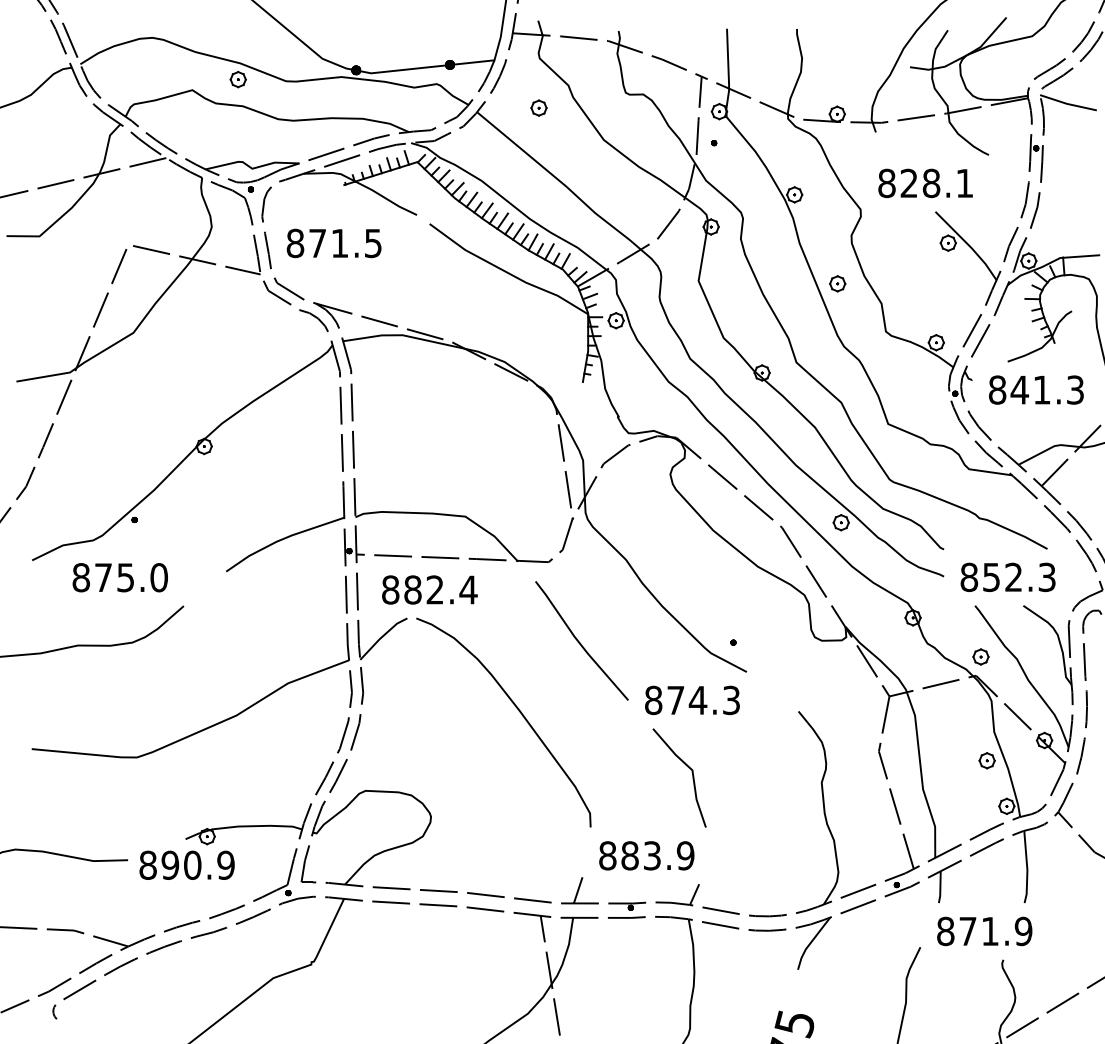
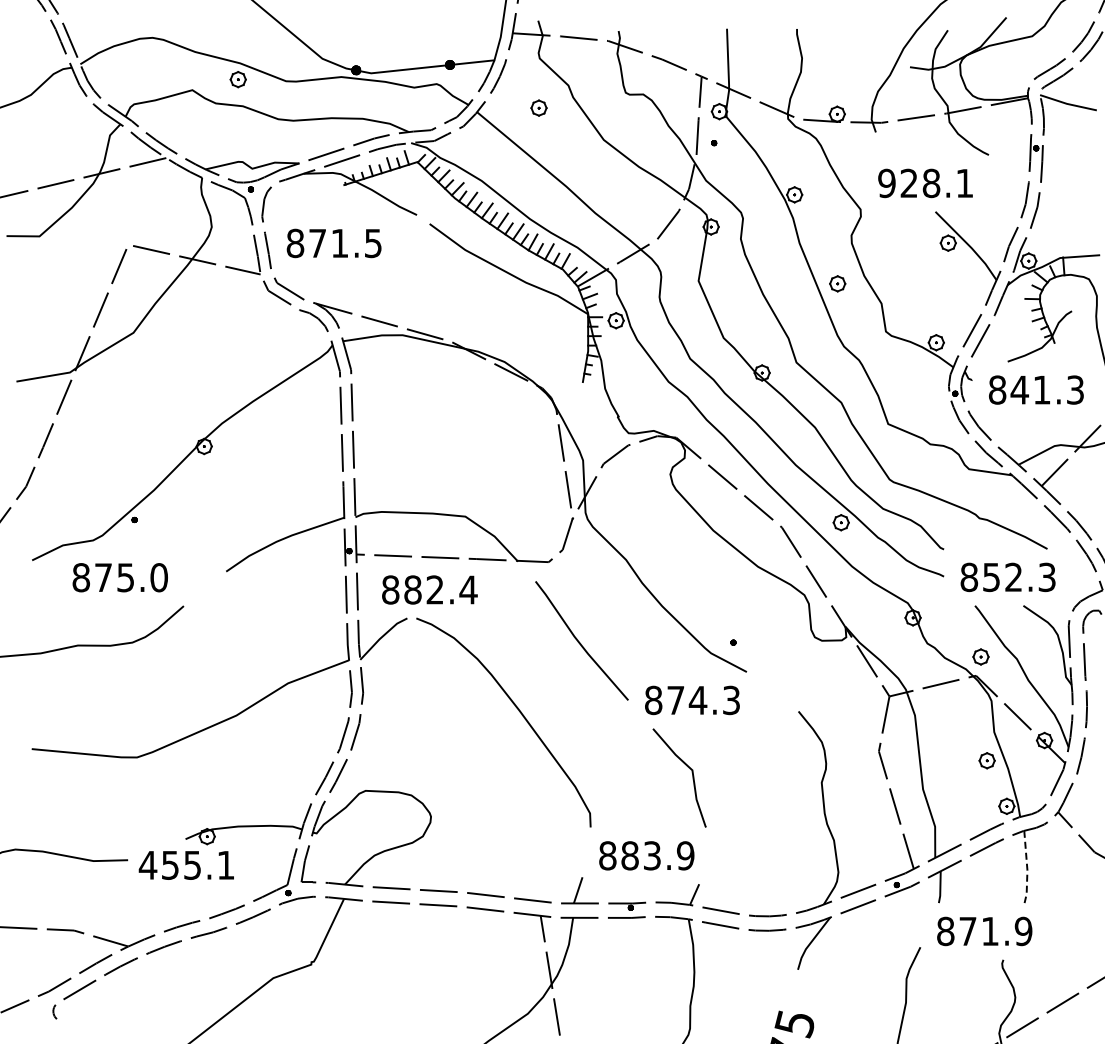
text at (886, 183): 828.1 -> 928.1
text at (186, 864): 890.9 -> 455.1
line at (1027, 868): solid -> dashed
